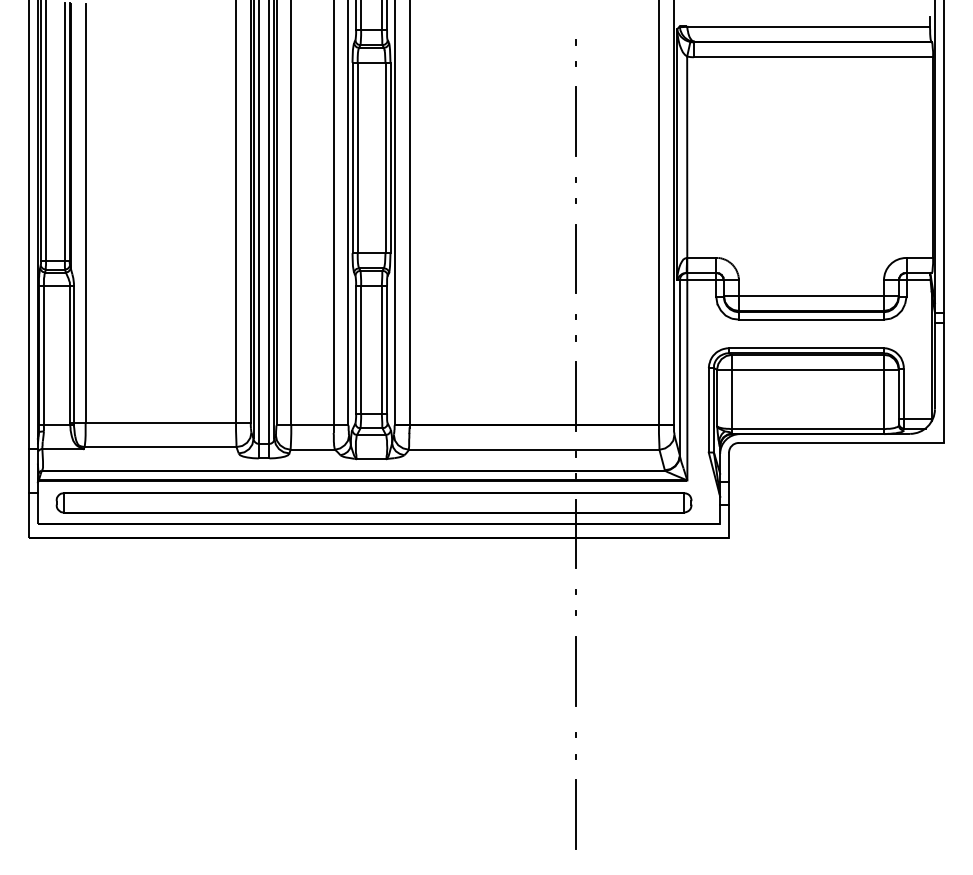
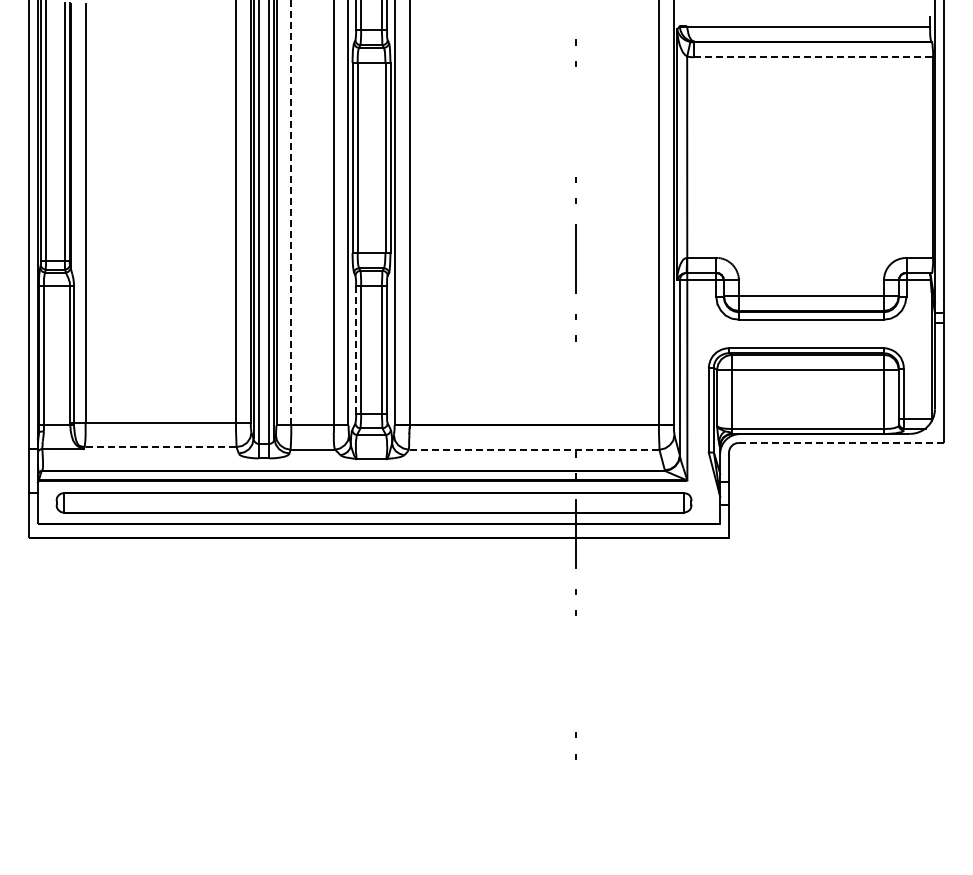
line at (813, 57): solid -> dashed
line at (575, 121): present -> none
line at (291, 212): solid -> dashed
line at (356, 349): solid -> dashed
line at (576, 396): present -> none
line at (841, 442): solid -> dashed
line at (160, 447): solid -> dashed
line at (533, 449): solid -> dashed
line at (576, 670): present -> none
line at (576, 814): present -> none
